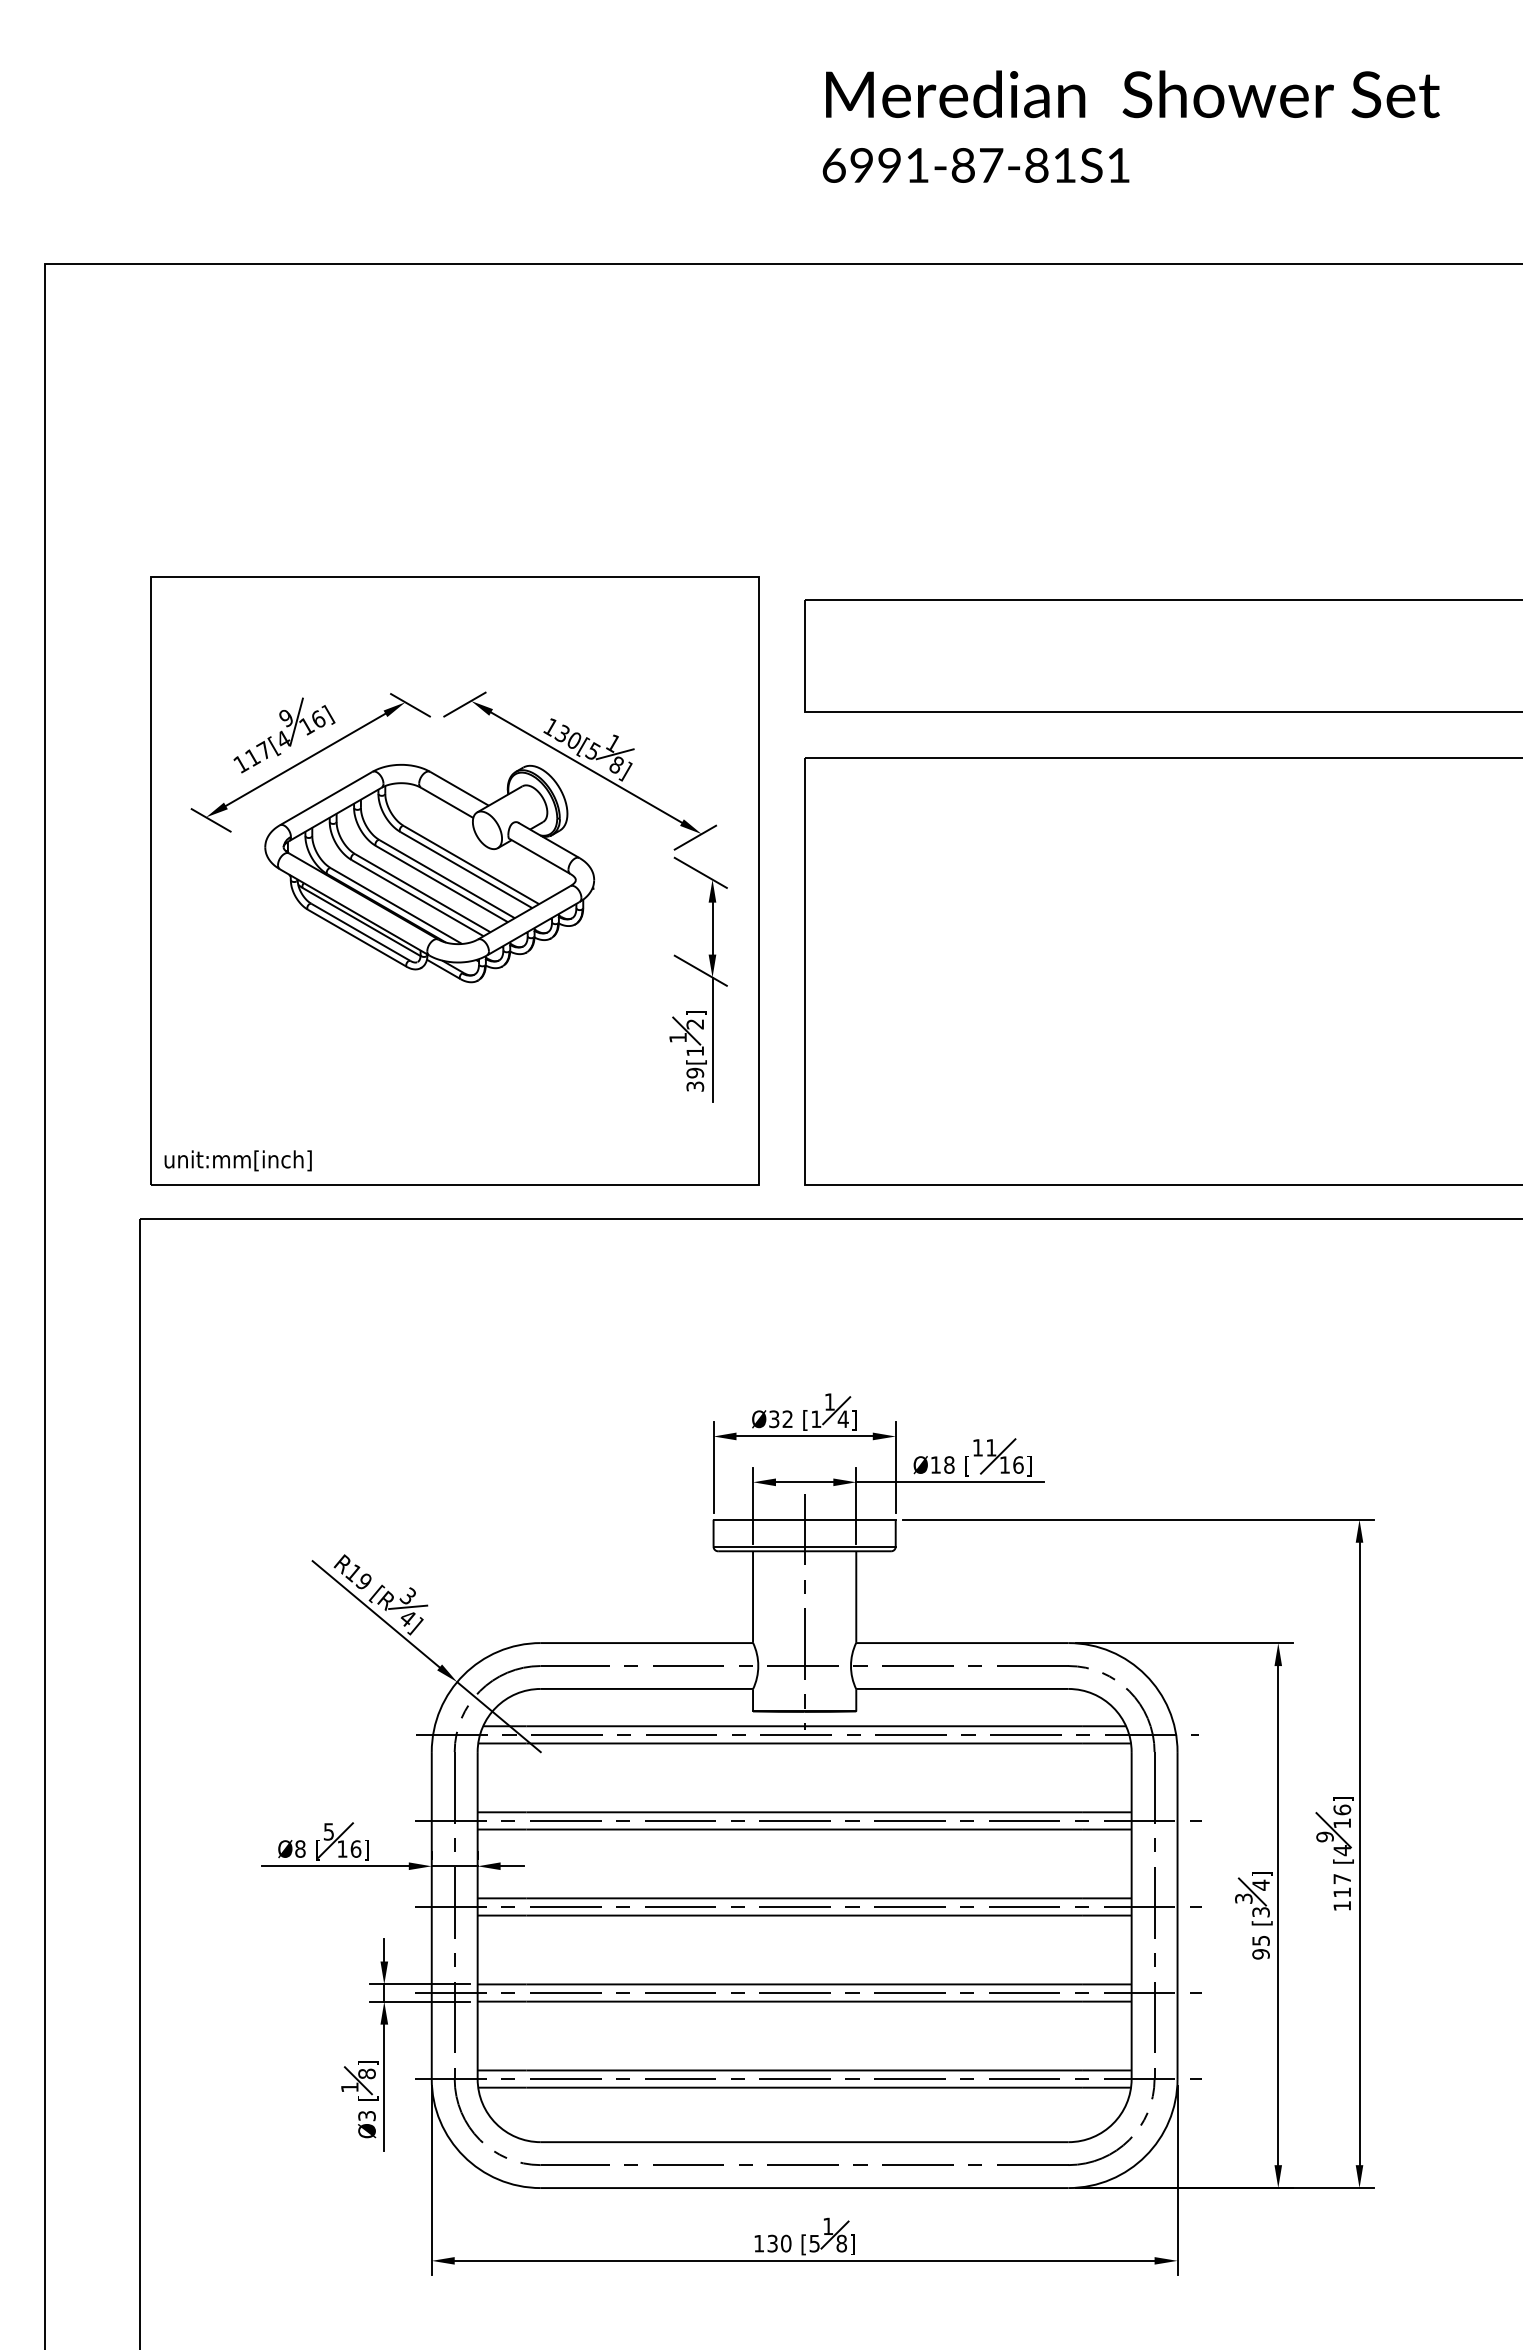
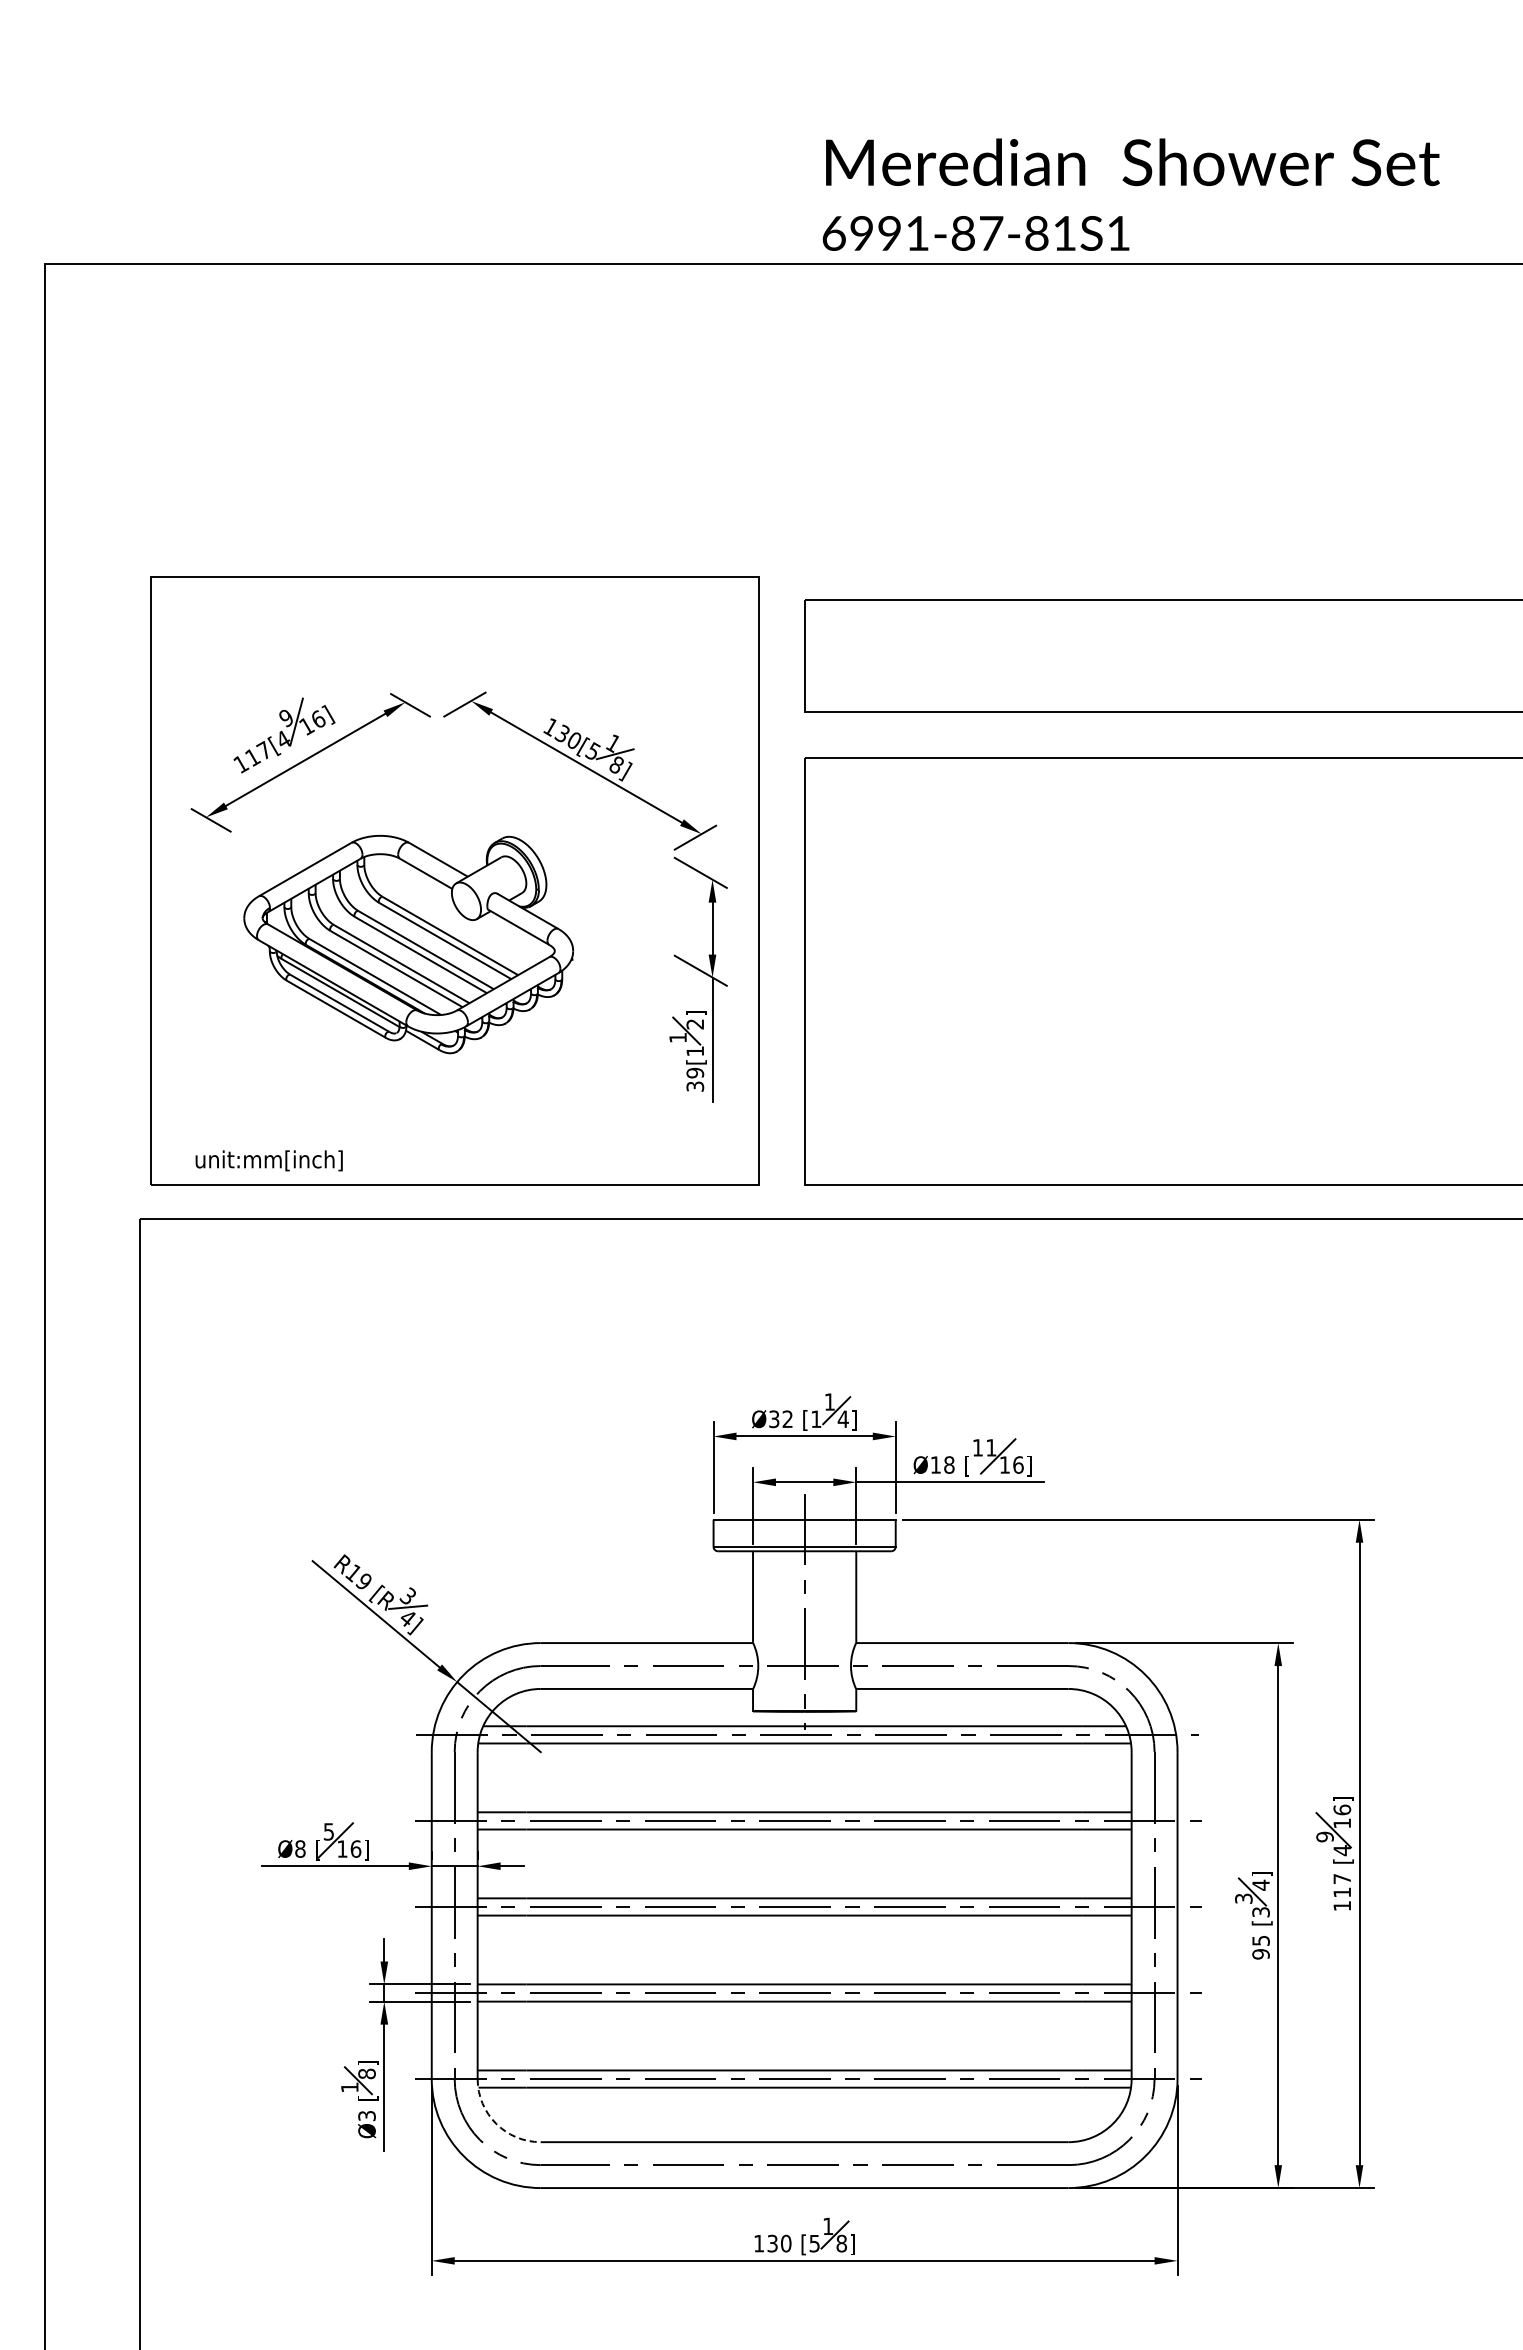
text at (1130, 126) position: (1130, 126) -> (1130, 194)
part at (429, 873) position: (429, 873) -> (408, 944)
text at (237, 1160) position: (237, 1160) -> (268, 1160)
arc at (496, 2123): solid -> dashed
